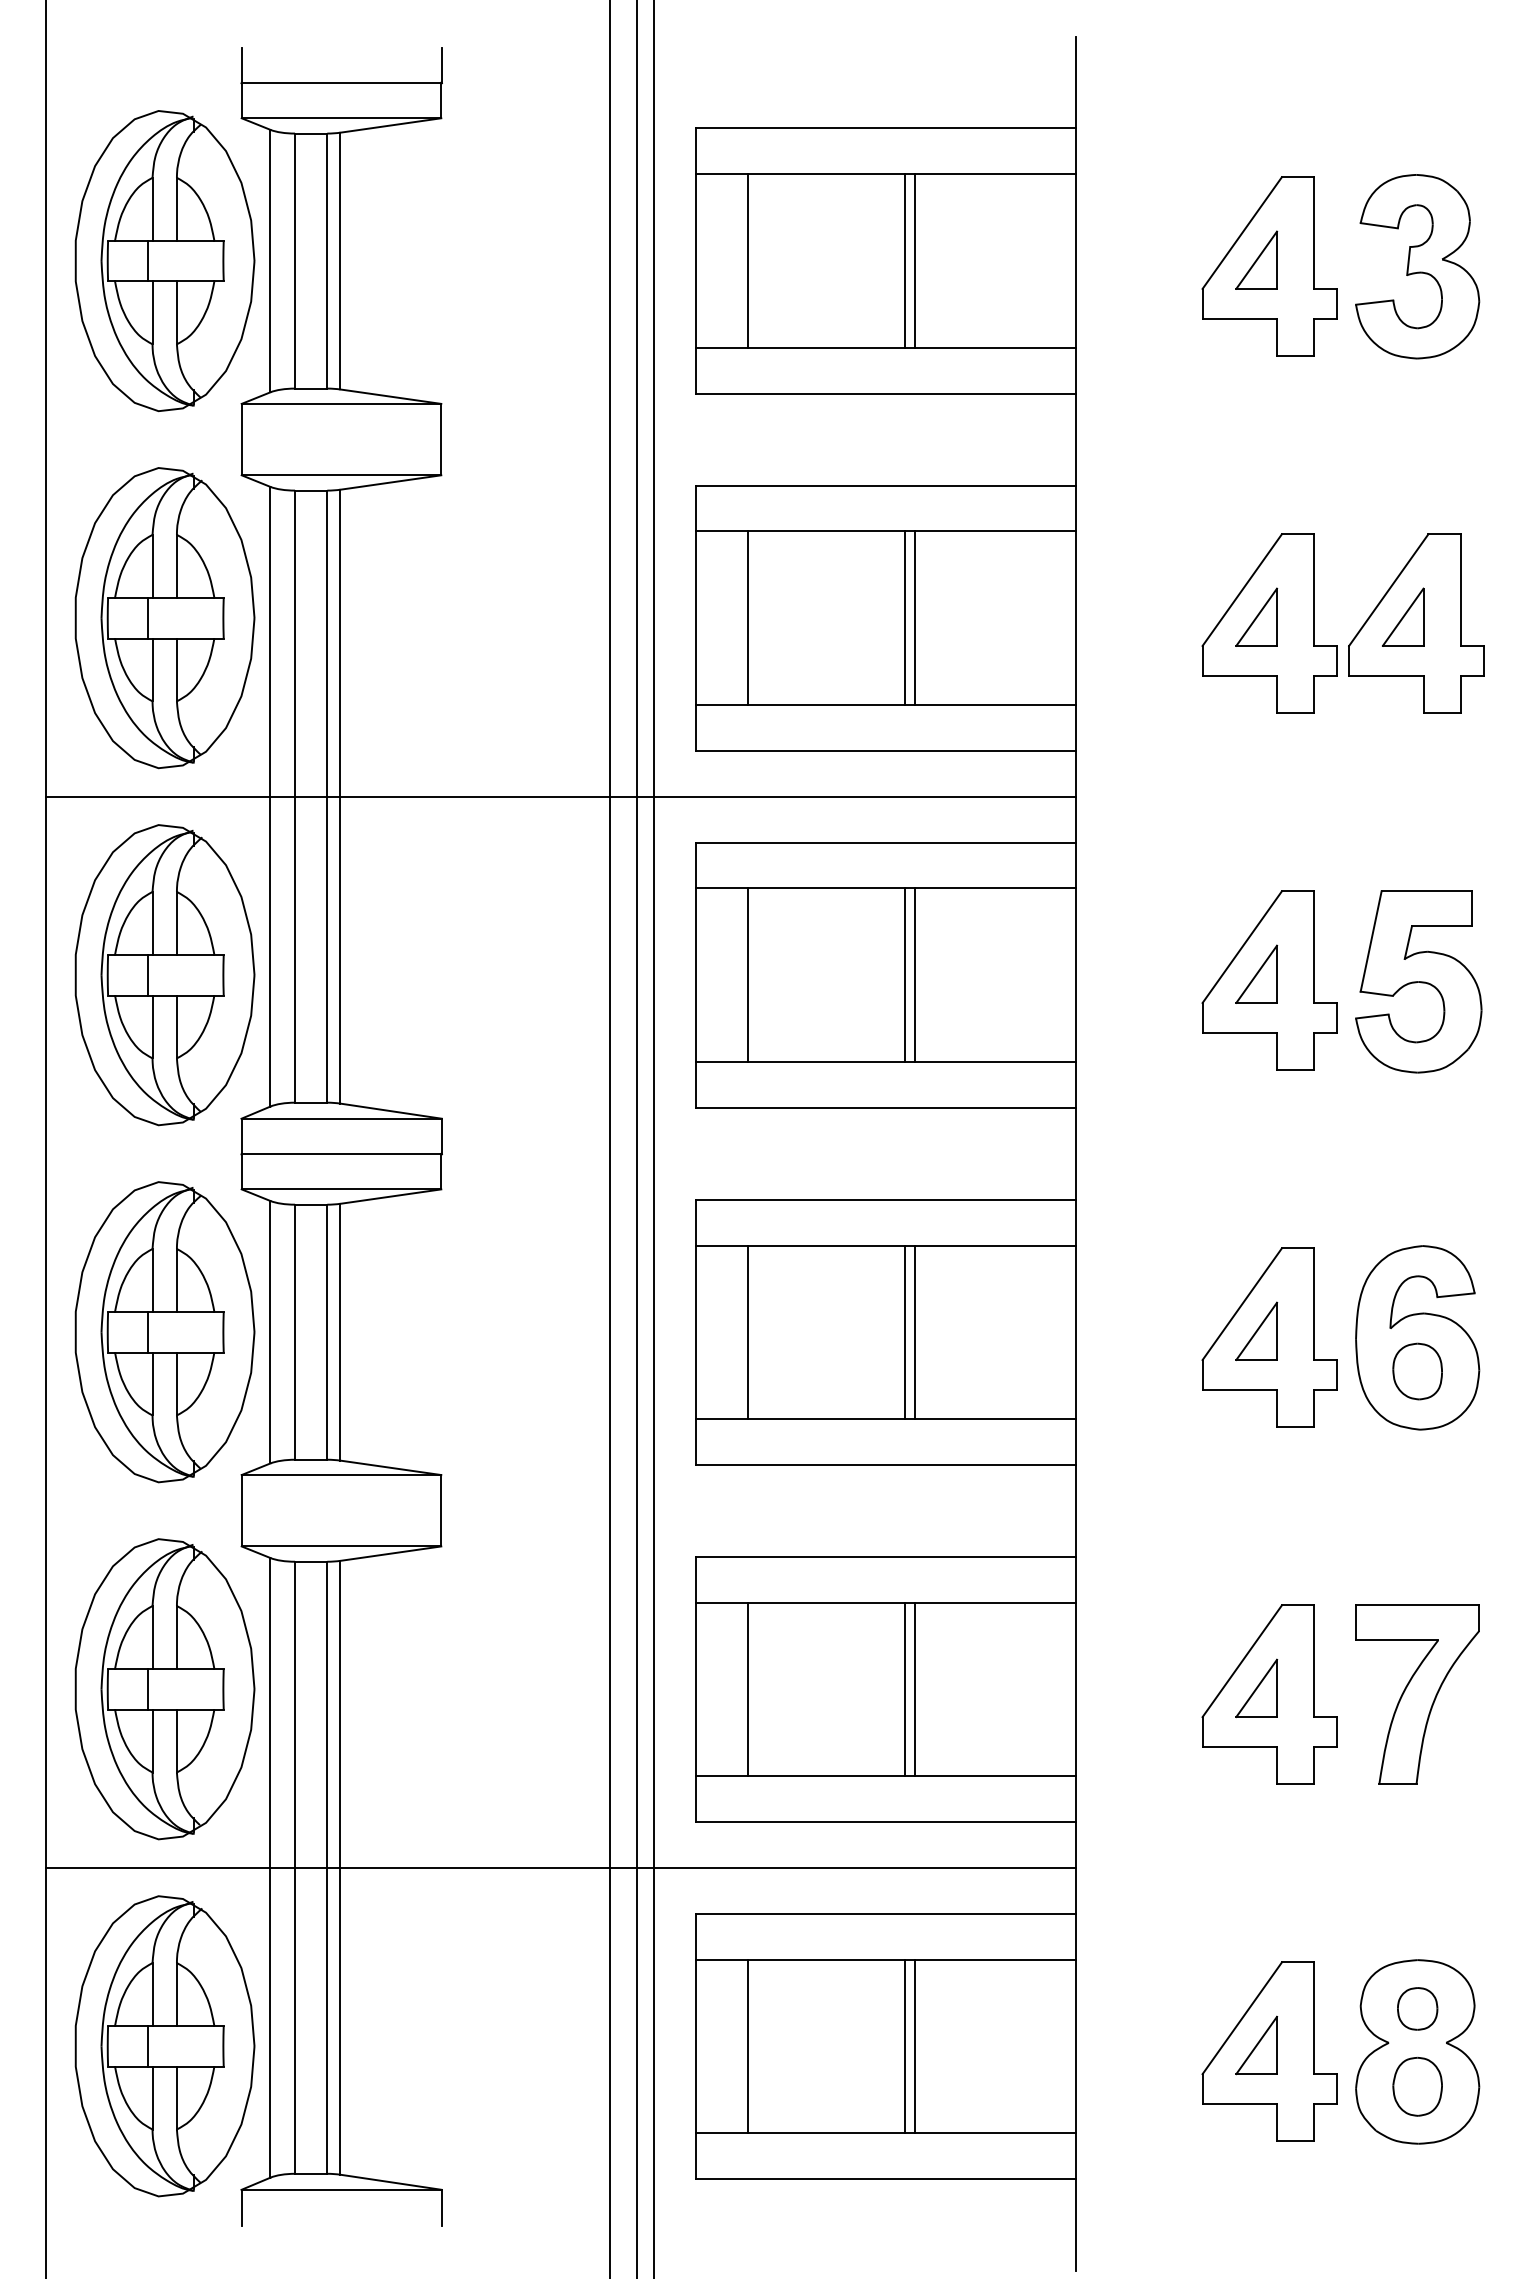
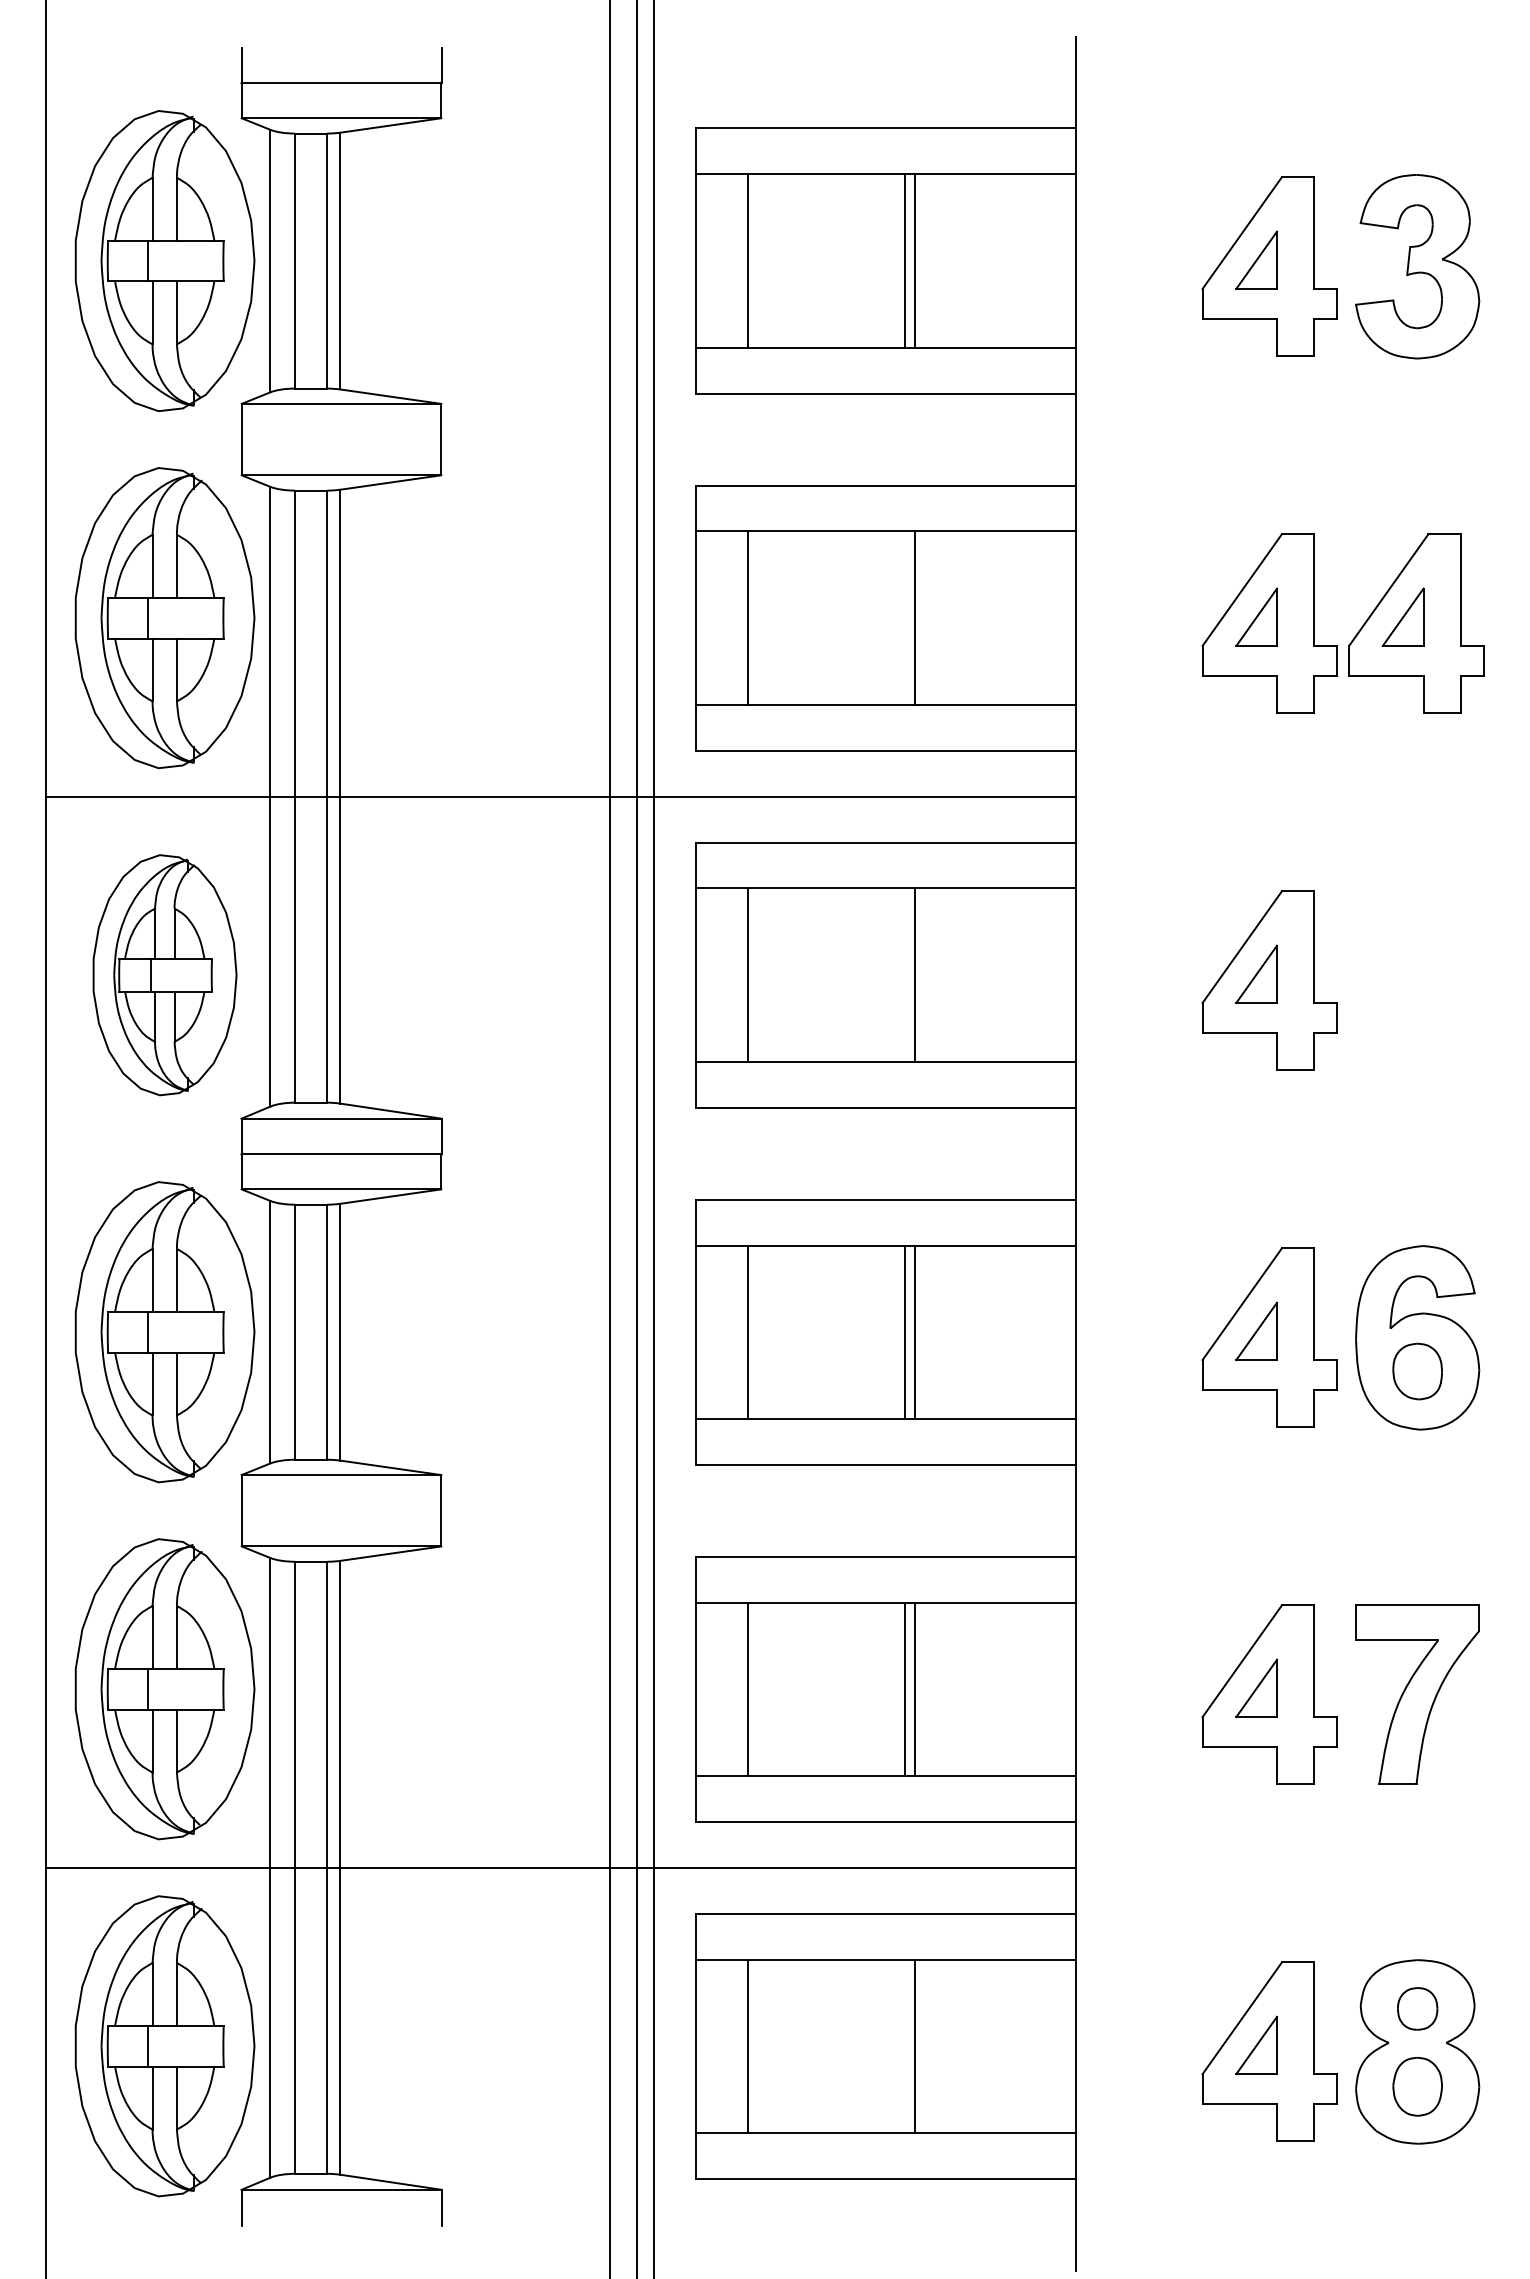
line at (905, 617): present -> none
line at (905, 974): present -> none
part at (164, 975) size: 182x303 px -> 146x243 px
part at (1418, 981): present -> none
line at (905, 2046): present -> none
